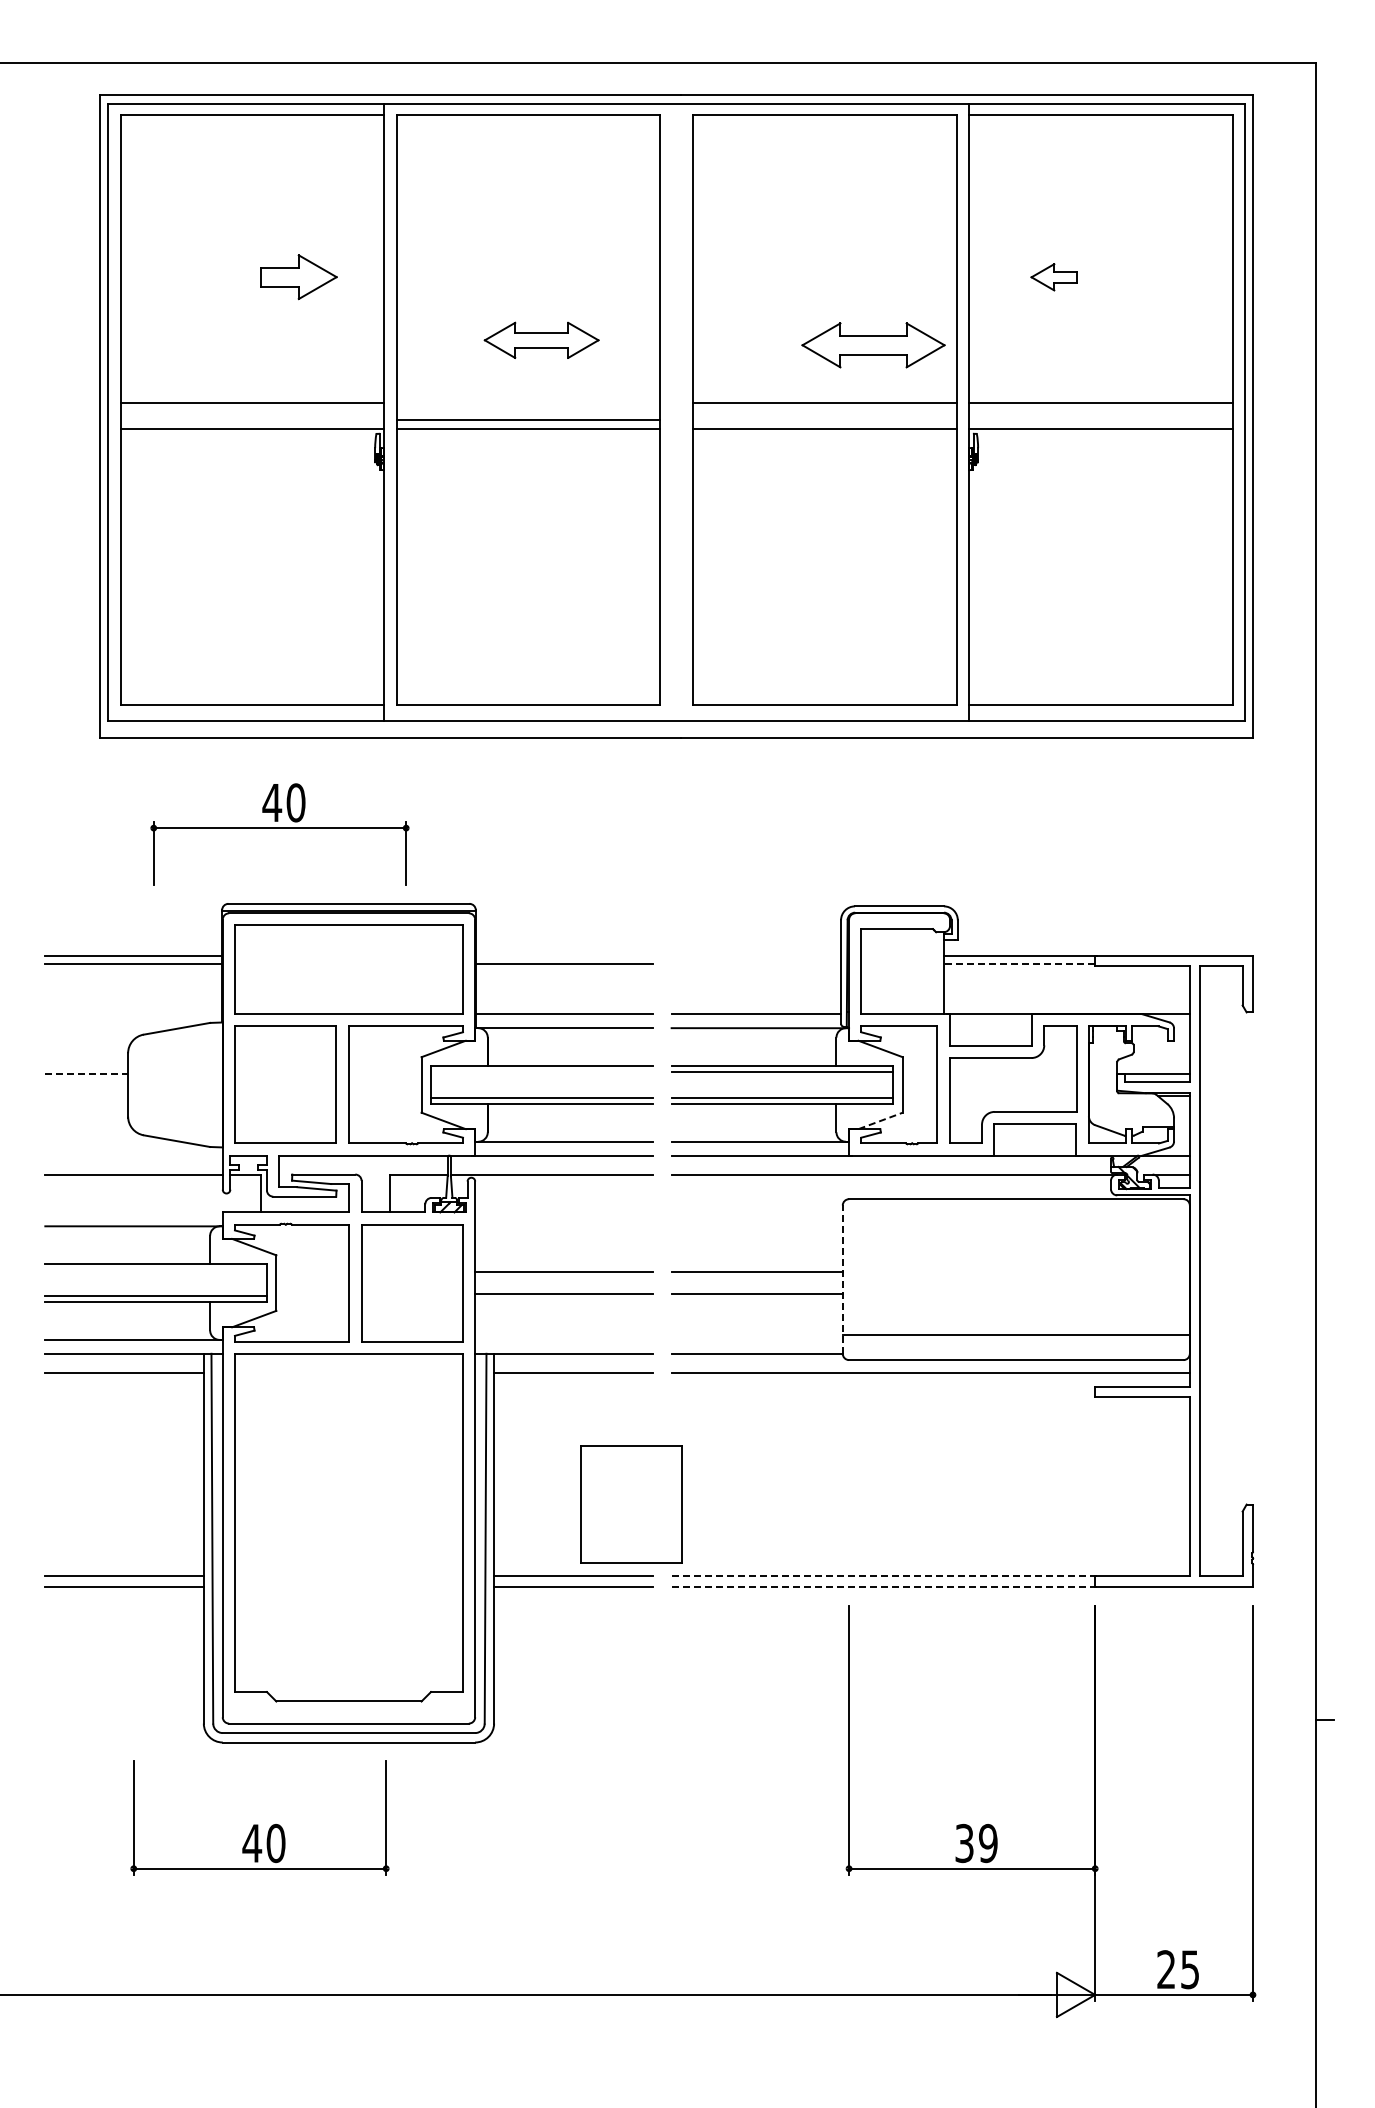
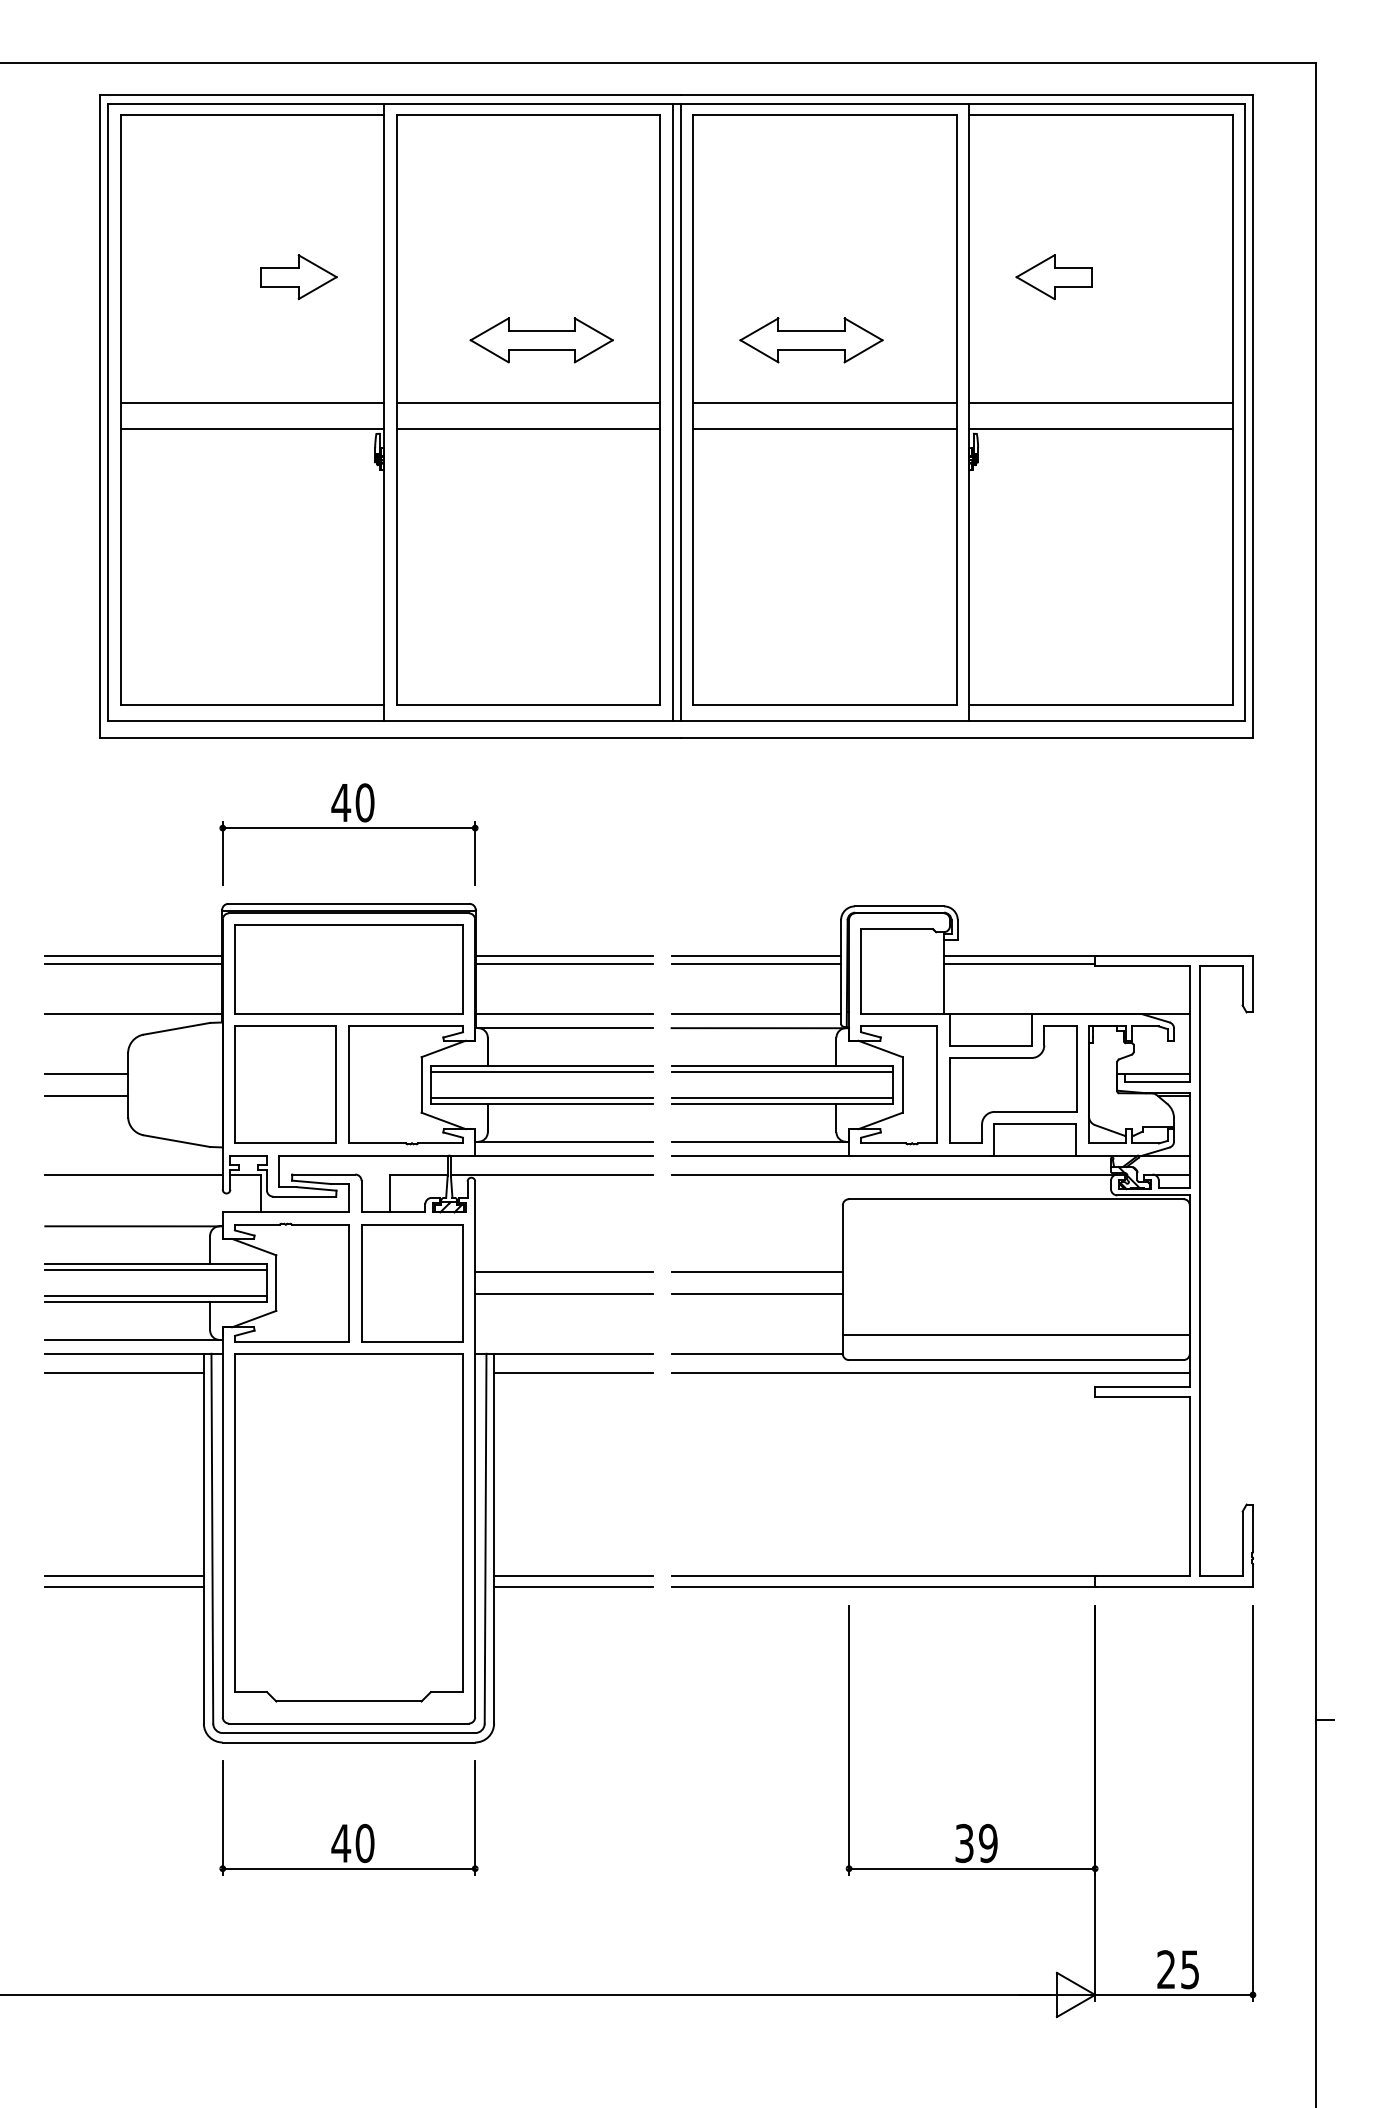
part at (1053, 277) size: 48x29 px -> 78x47 px
part at (541, 339) size: 117x38 px -> 145x47 px
part at (873, 345) position: (873, 345) -> (811, 340)
line at (672, 412): none -> present
line at (680, 412): none -> present
line at (528, 420) position: (528, 420) -> (528, 403)
part at (279, 834) position: (279, 834) -> (348, 834)
line at (563, 955): none -> present
line at (756, 955): none -> present
line at (756, 964): none -> present
line at (1019, 964): dashed -> solid
line at (133, 1014): none -> present
line at (541, 1072): none -> present
line at (87, 1074): dashed -> solid
line at (86, 1095): none -> present
line at (880, 1120): dashed -> solid
line at (155, 1270): none -> present
line at (842, 1279): dashed -> solid
part at (631, 1504): present -> none
line at (884, 1576): dashed -> solid
line at (884, 1586): dashed -> solid
part at (258, 1824) position: (258, 1824) -> (347, 1824)
